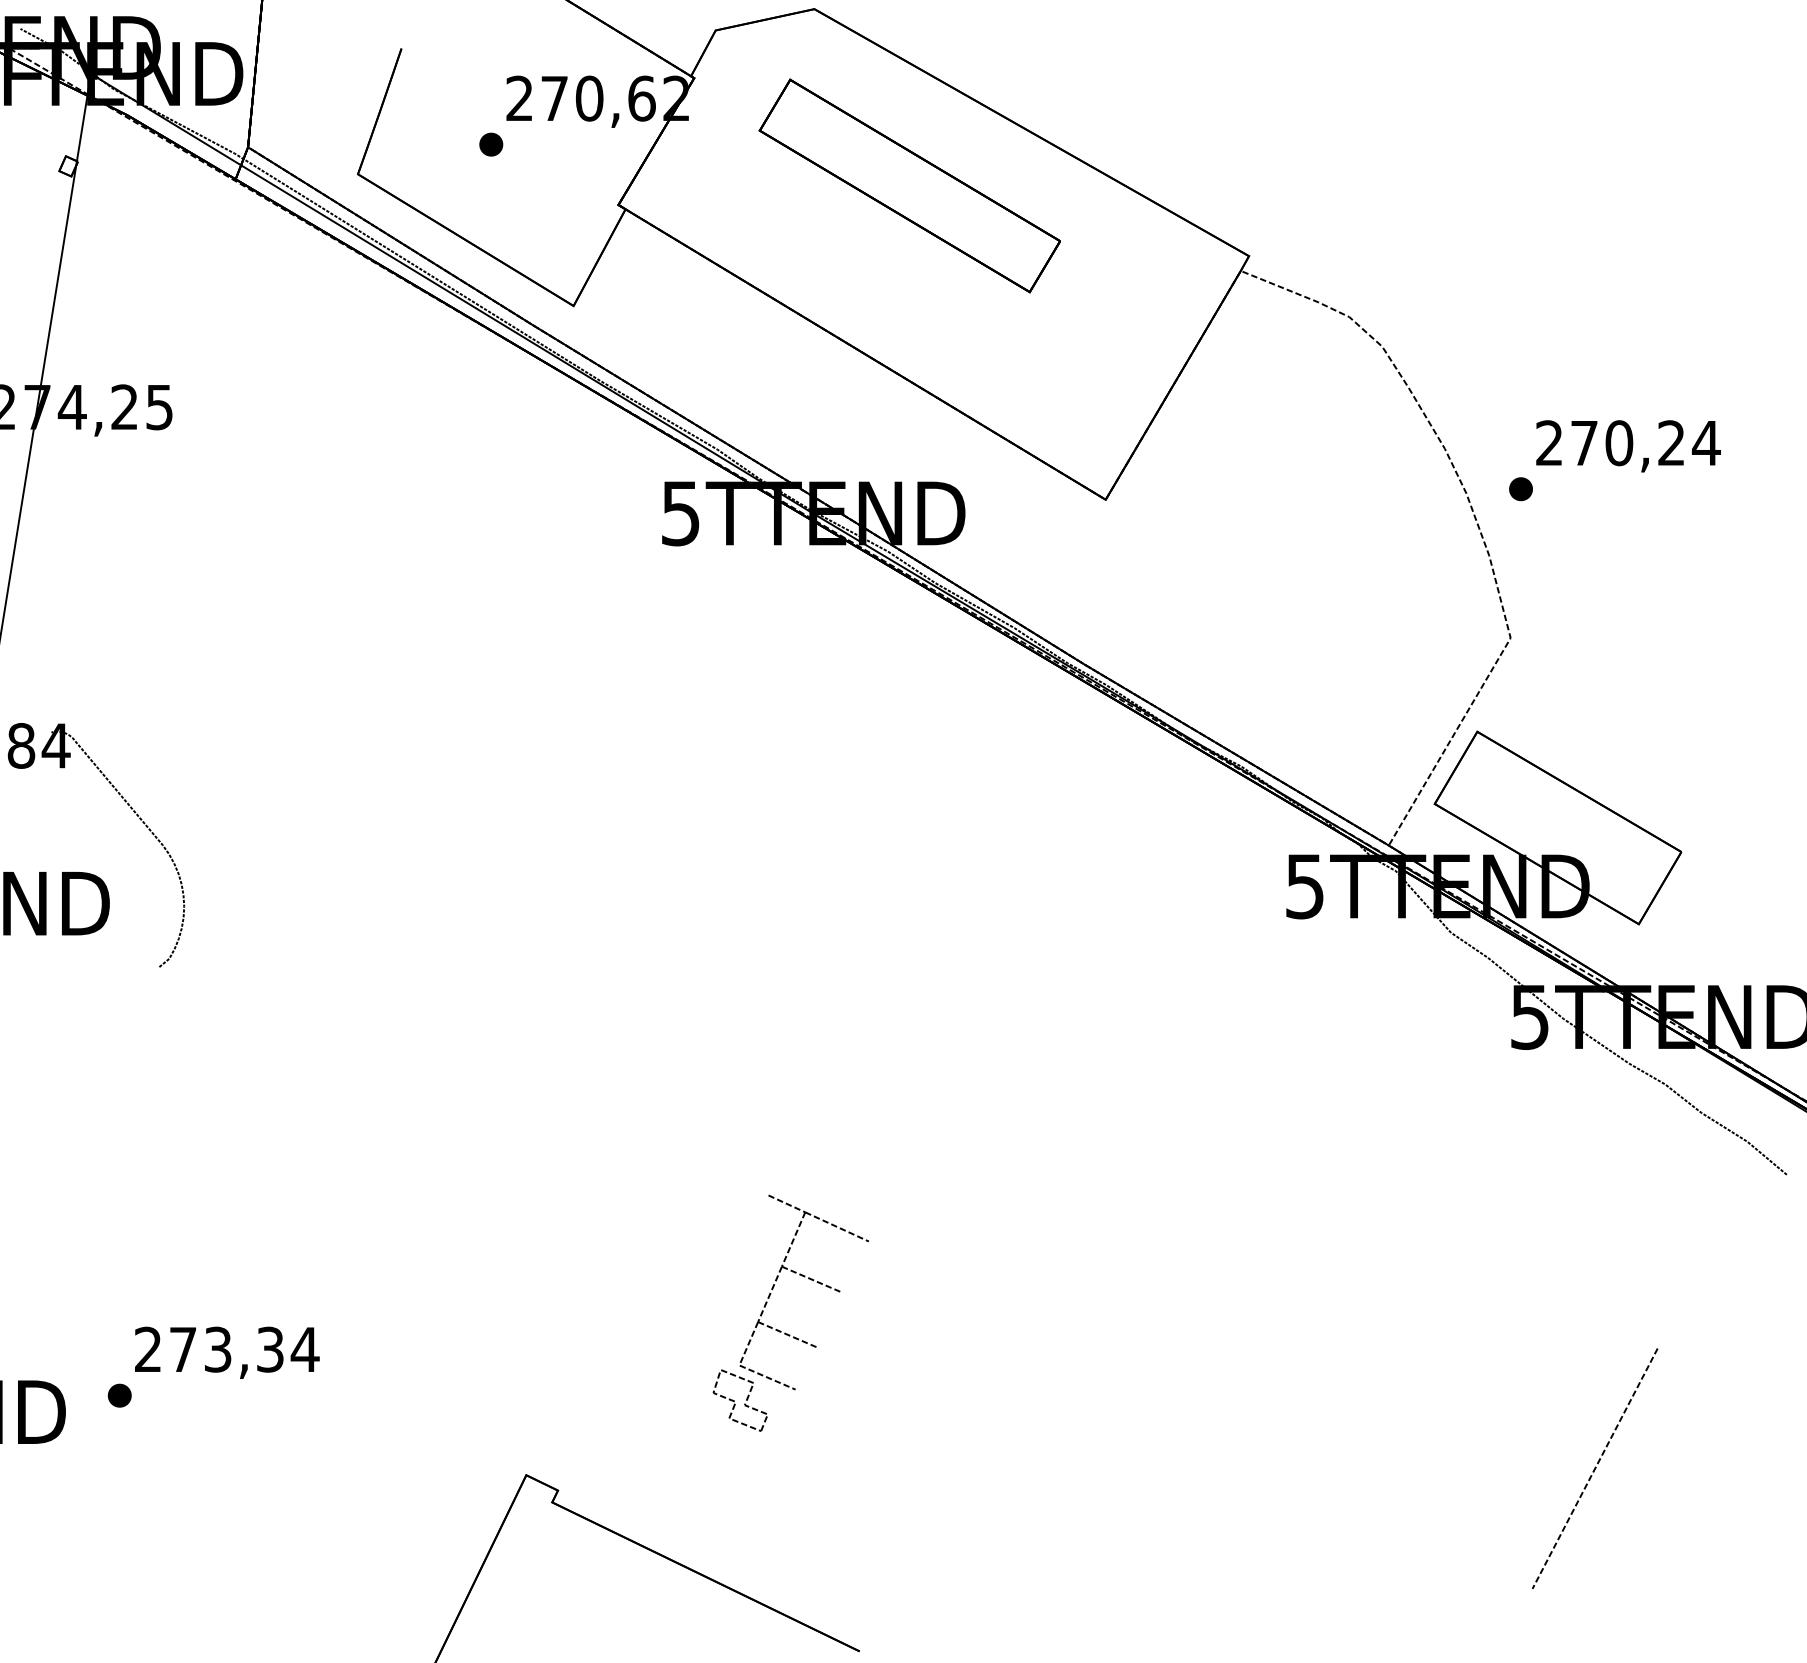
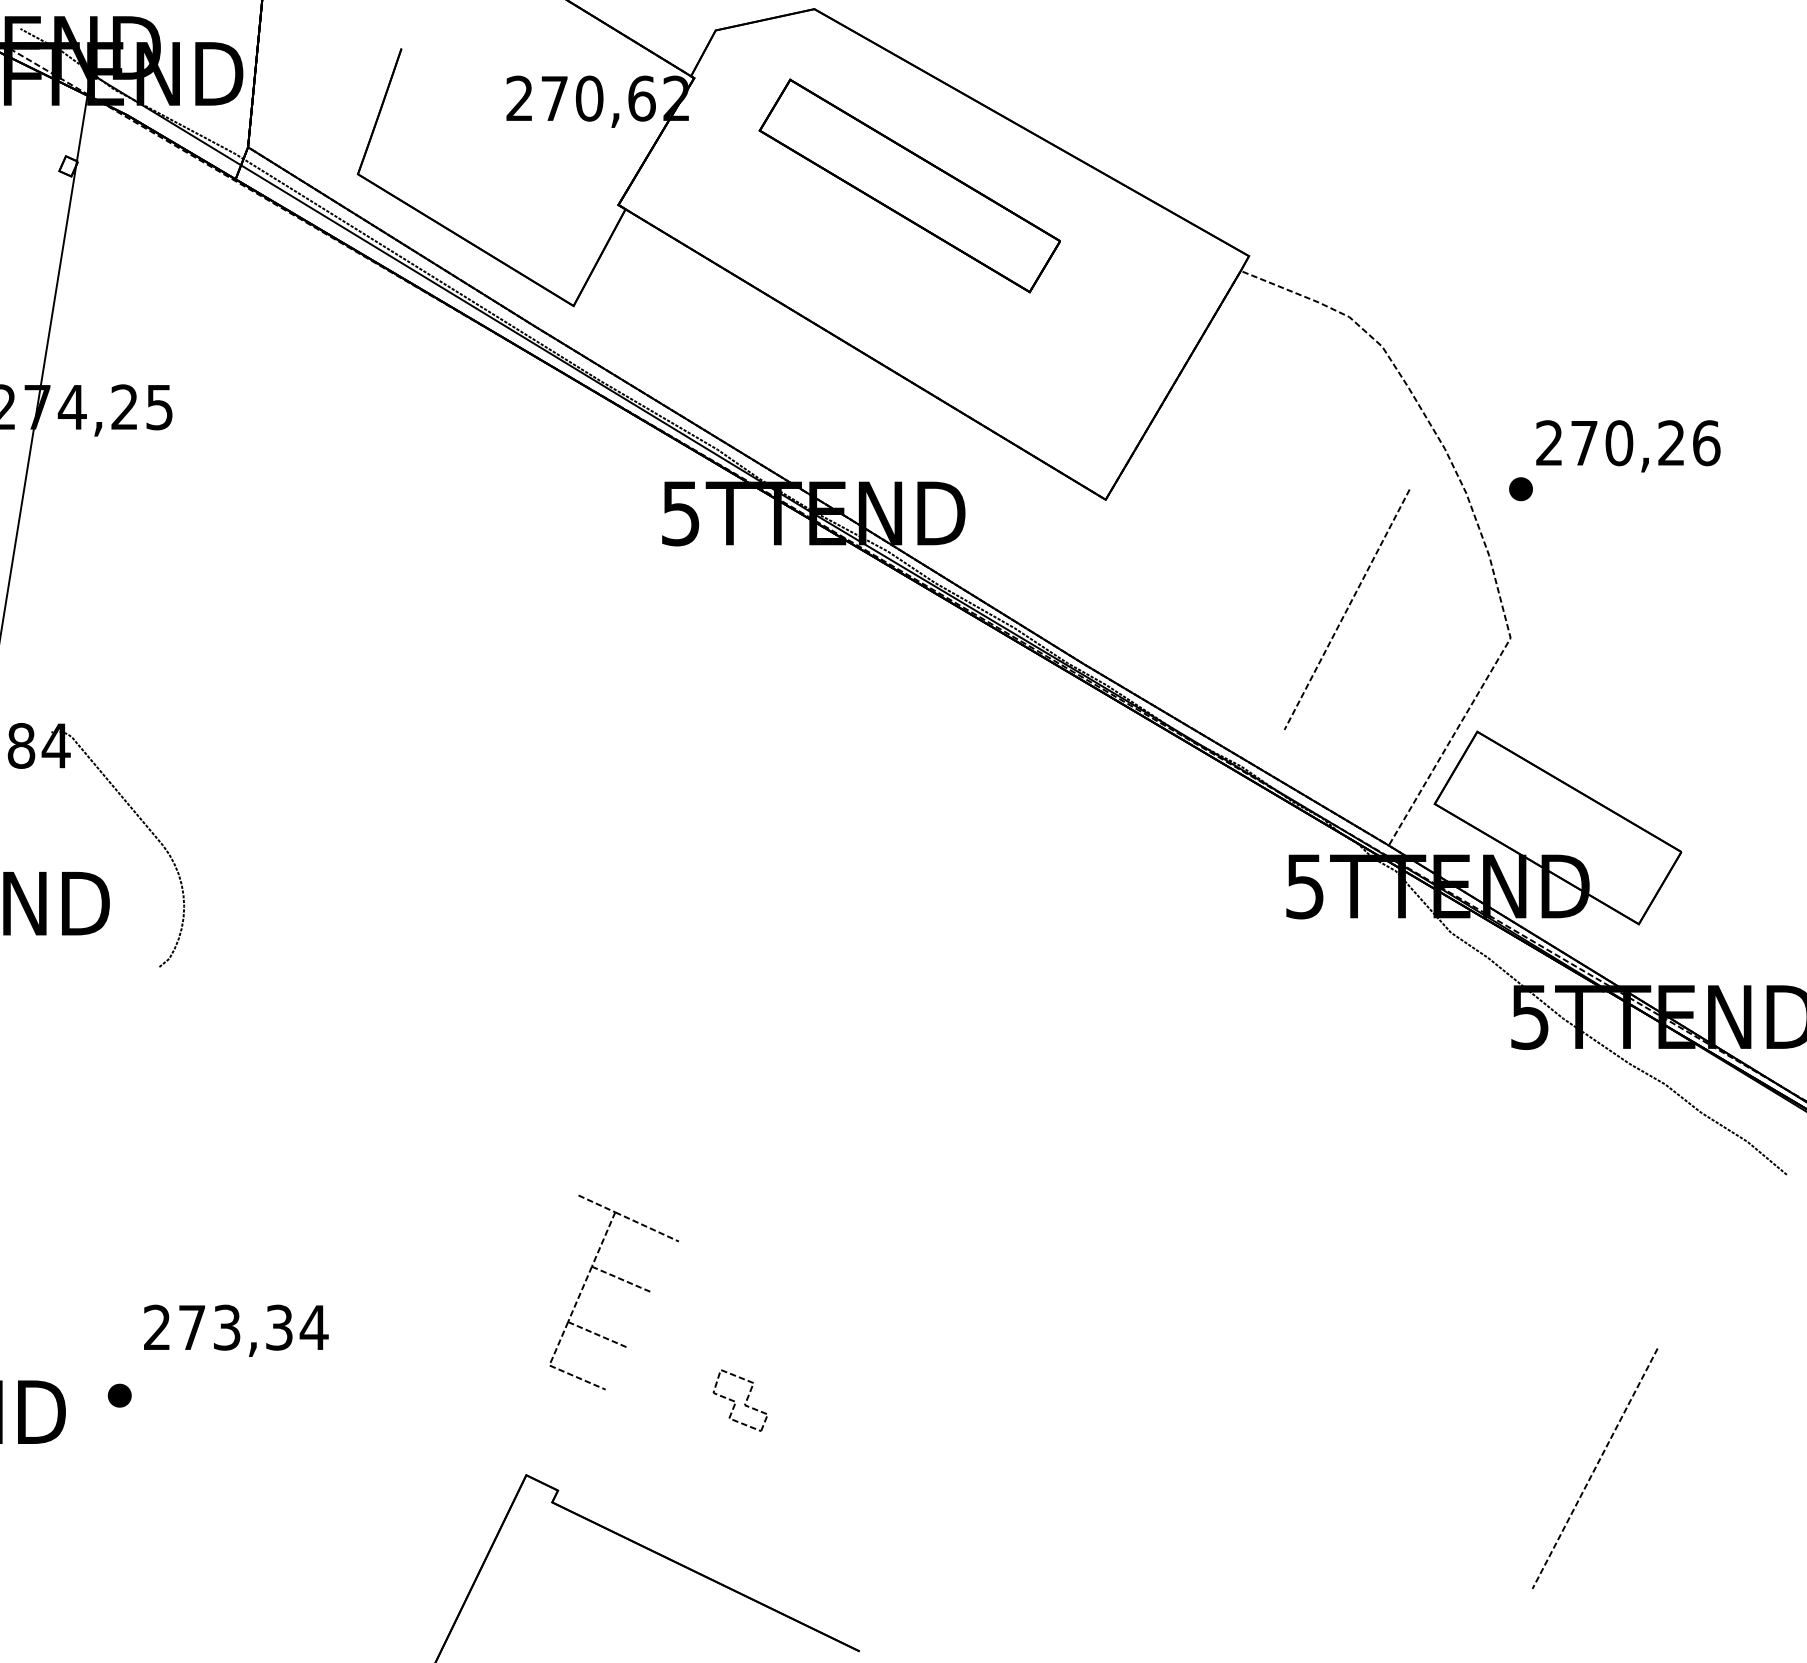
part at (491, 144): present -> none
text at (1705, 443): 270,24 -> 270,26
line at (1347, 609): none -> present
part at (808, 1279) position: (808, 1279) -> (618, 1279)
text at (227, 1352) position: (227, 1352) -> (236, 1330)
